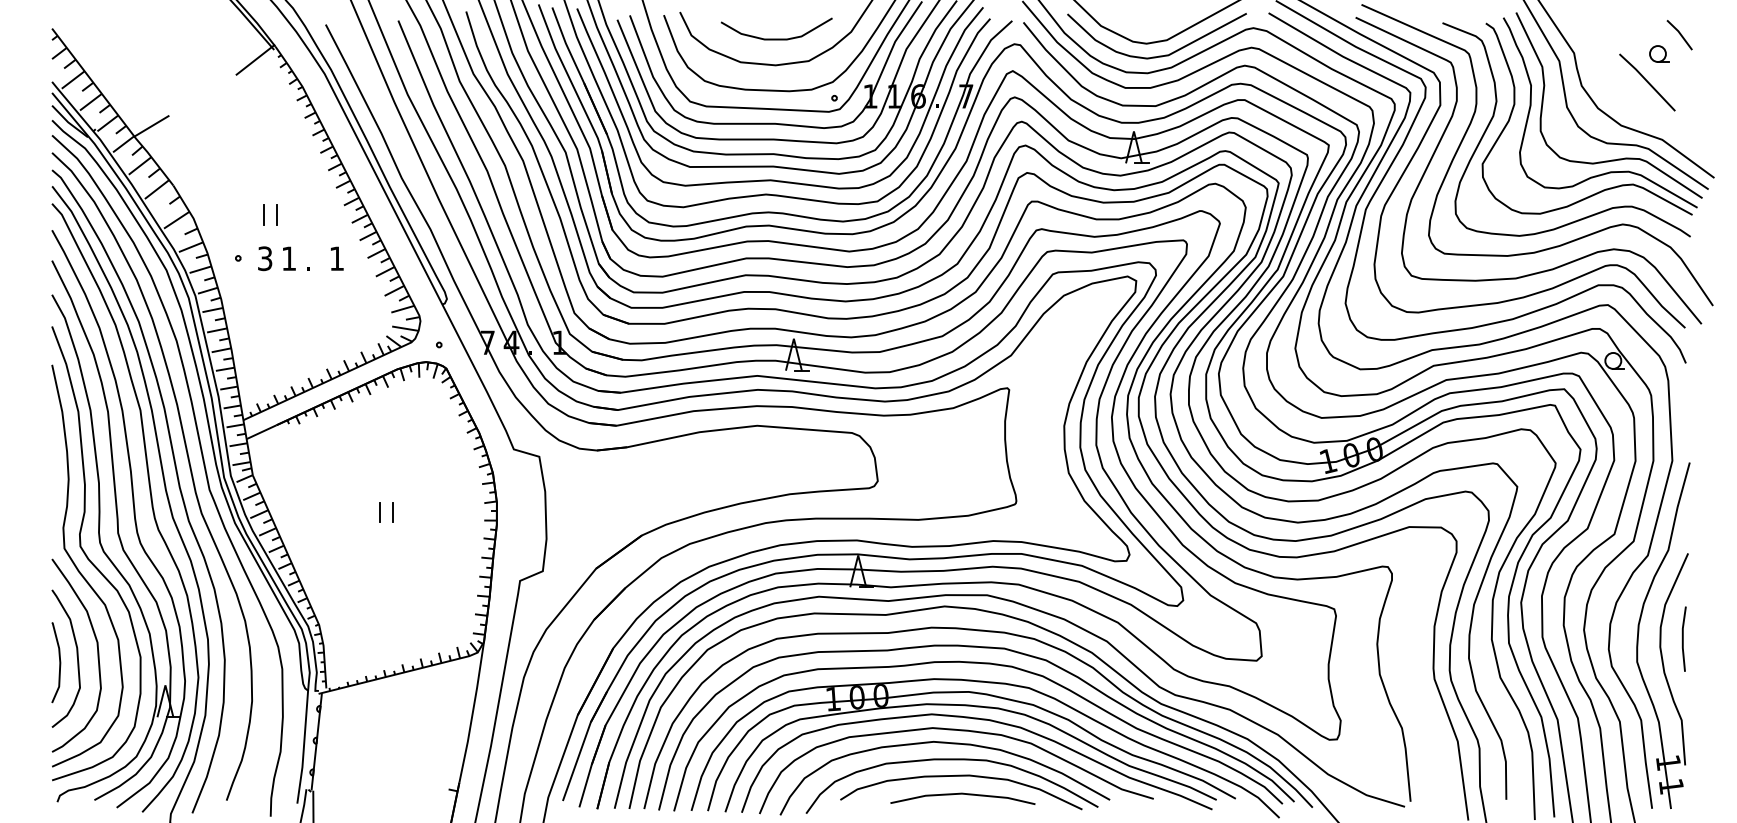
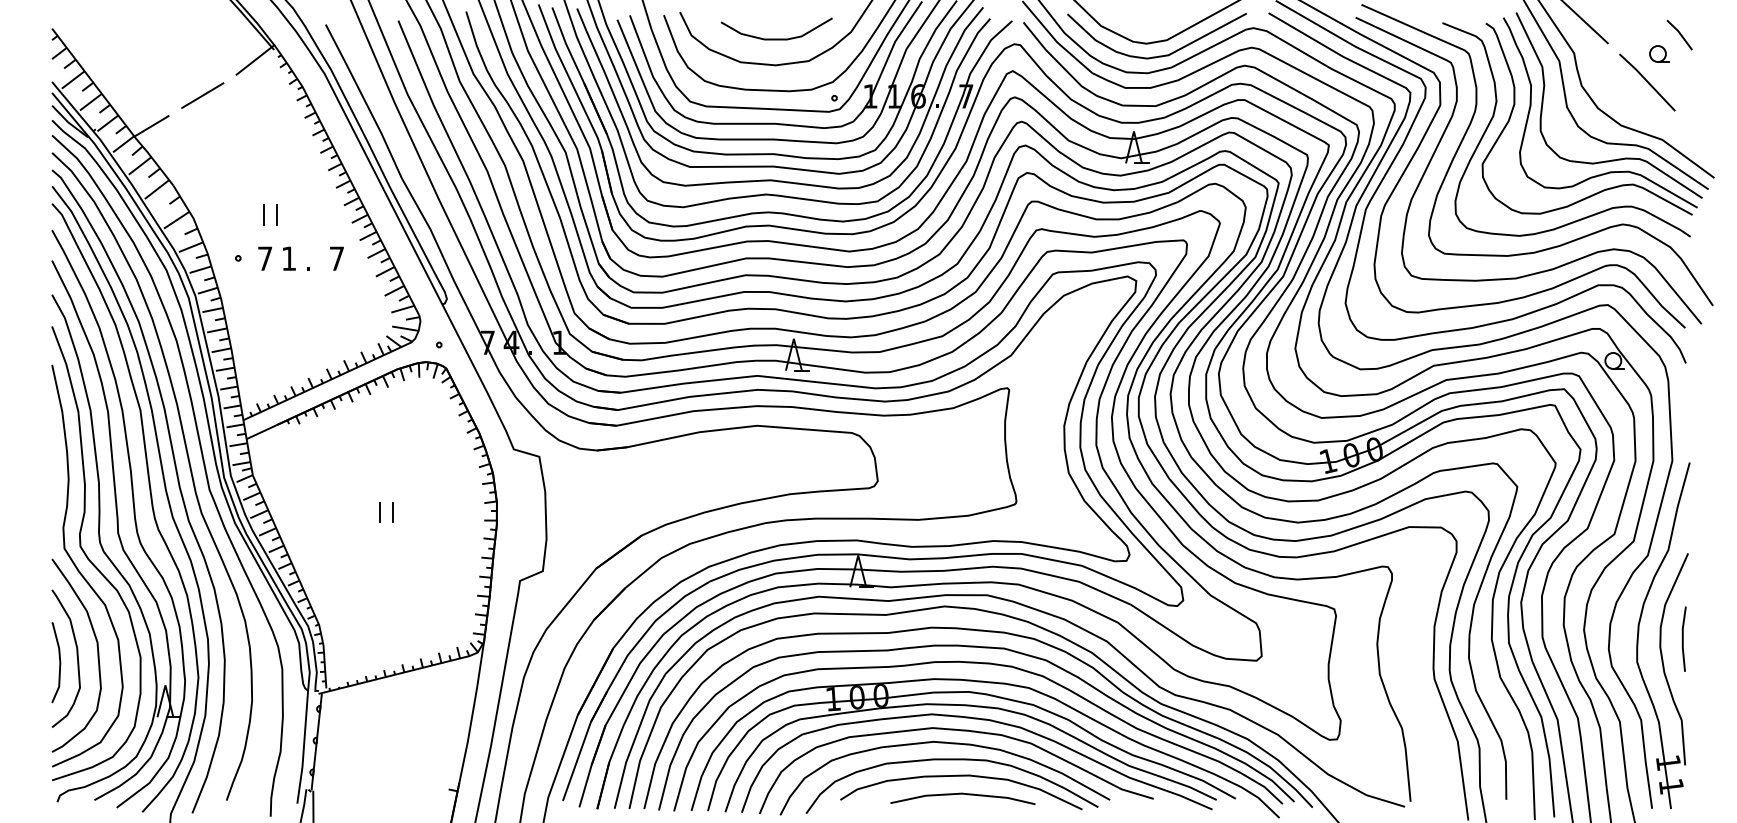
line at (1585, 22): none -> present
line at (202, 95): none -> present
text at (265, 258): 3 -> 7
text at (336, 258): 1 -> 7
